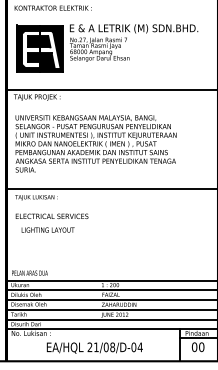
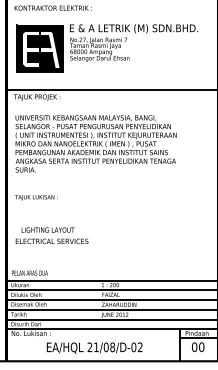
line at (110, 189): present -> none
text at (51, 215) position: (51, 215) -> (51, 240)
text at (139, 347): 21/08/D-04 -> 21/08/D-02
